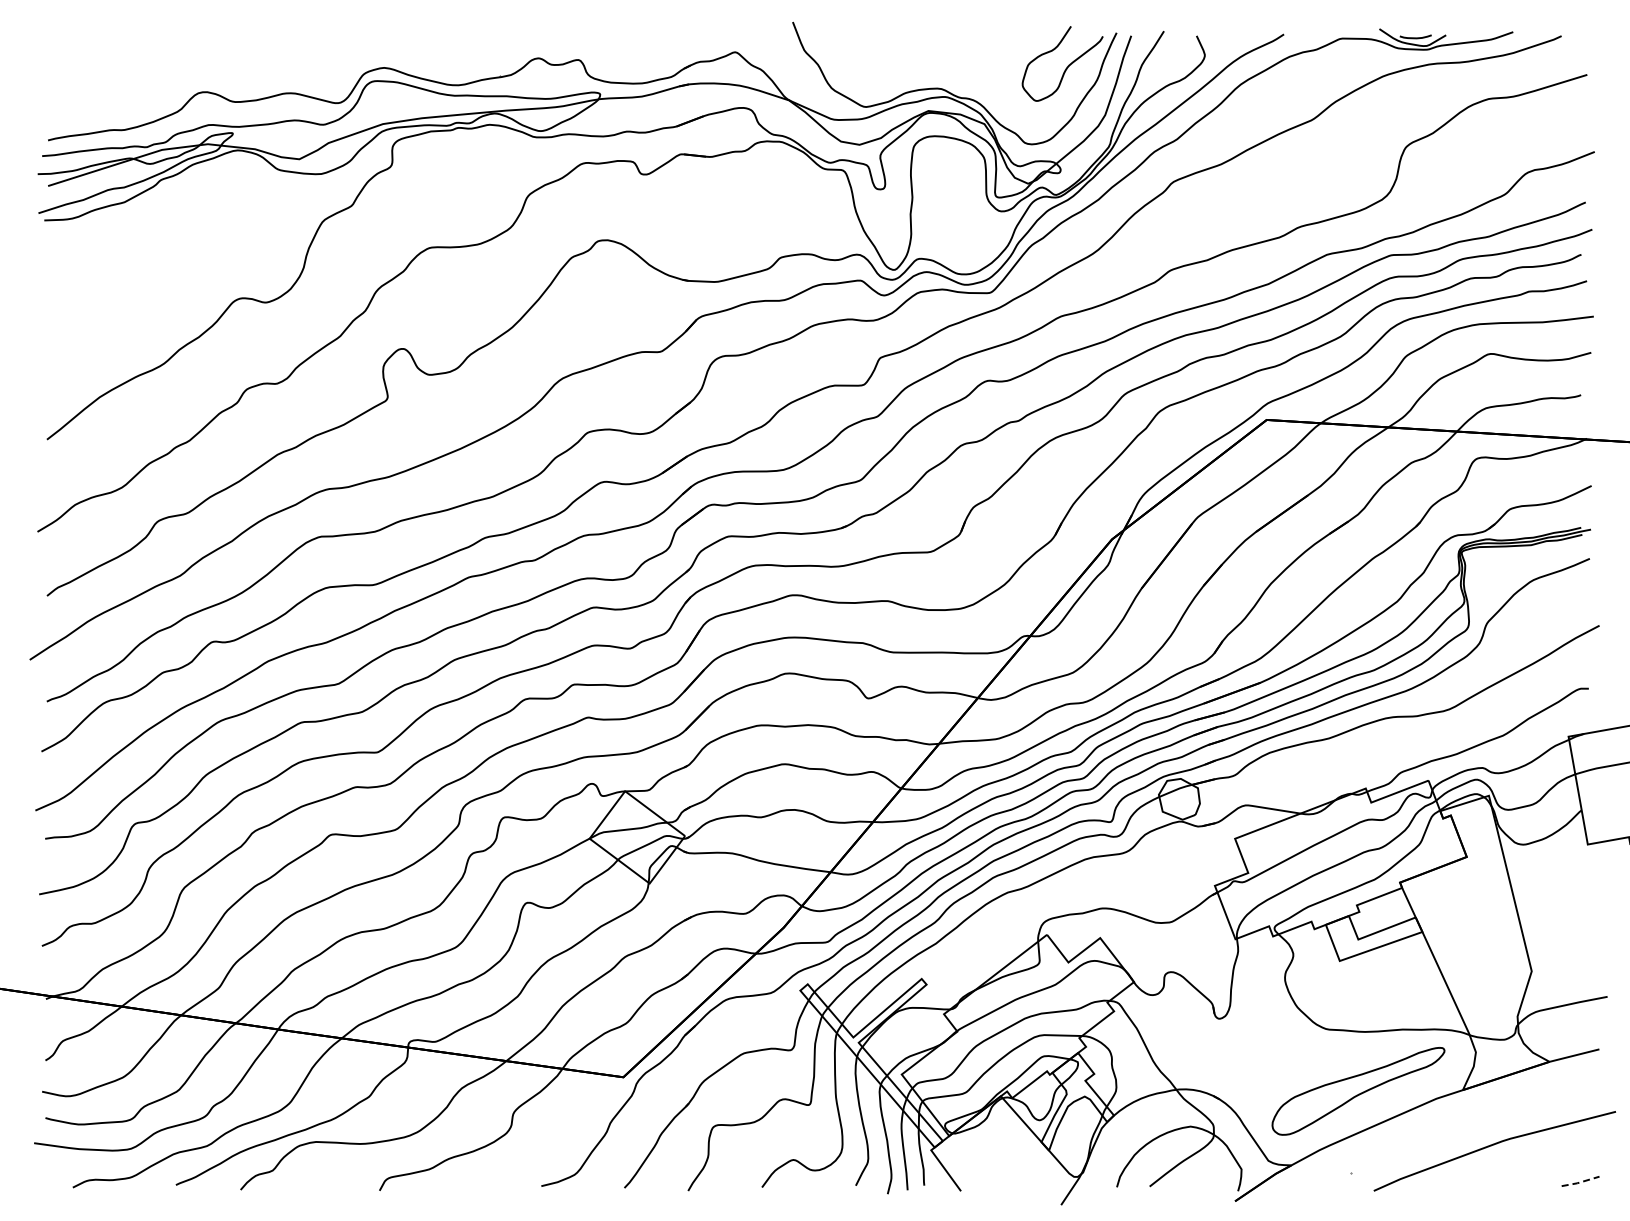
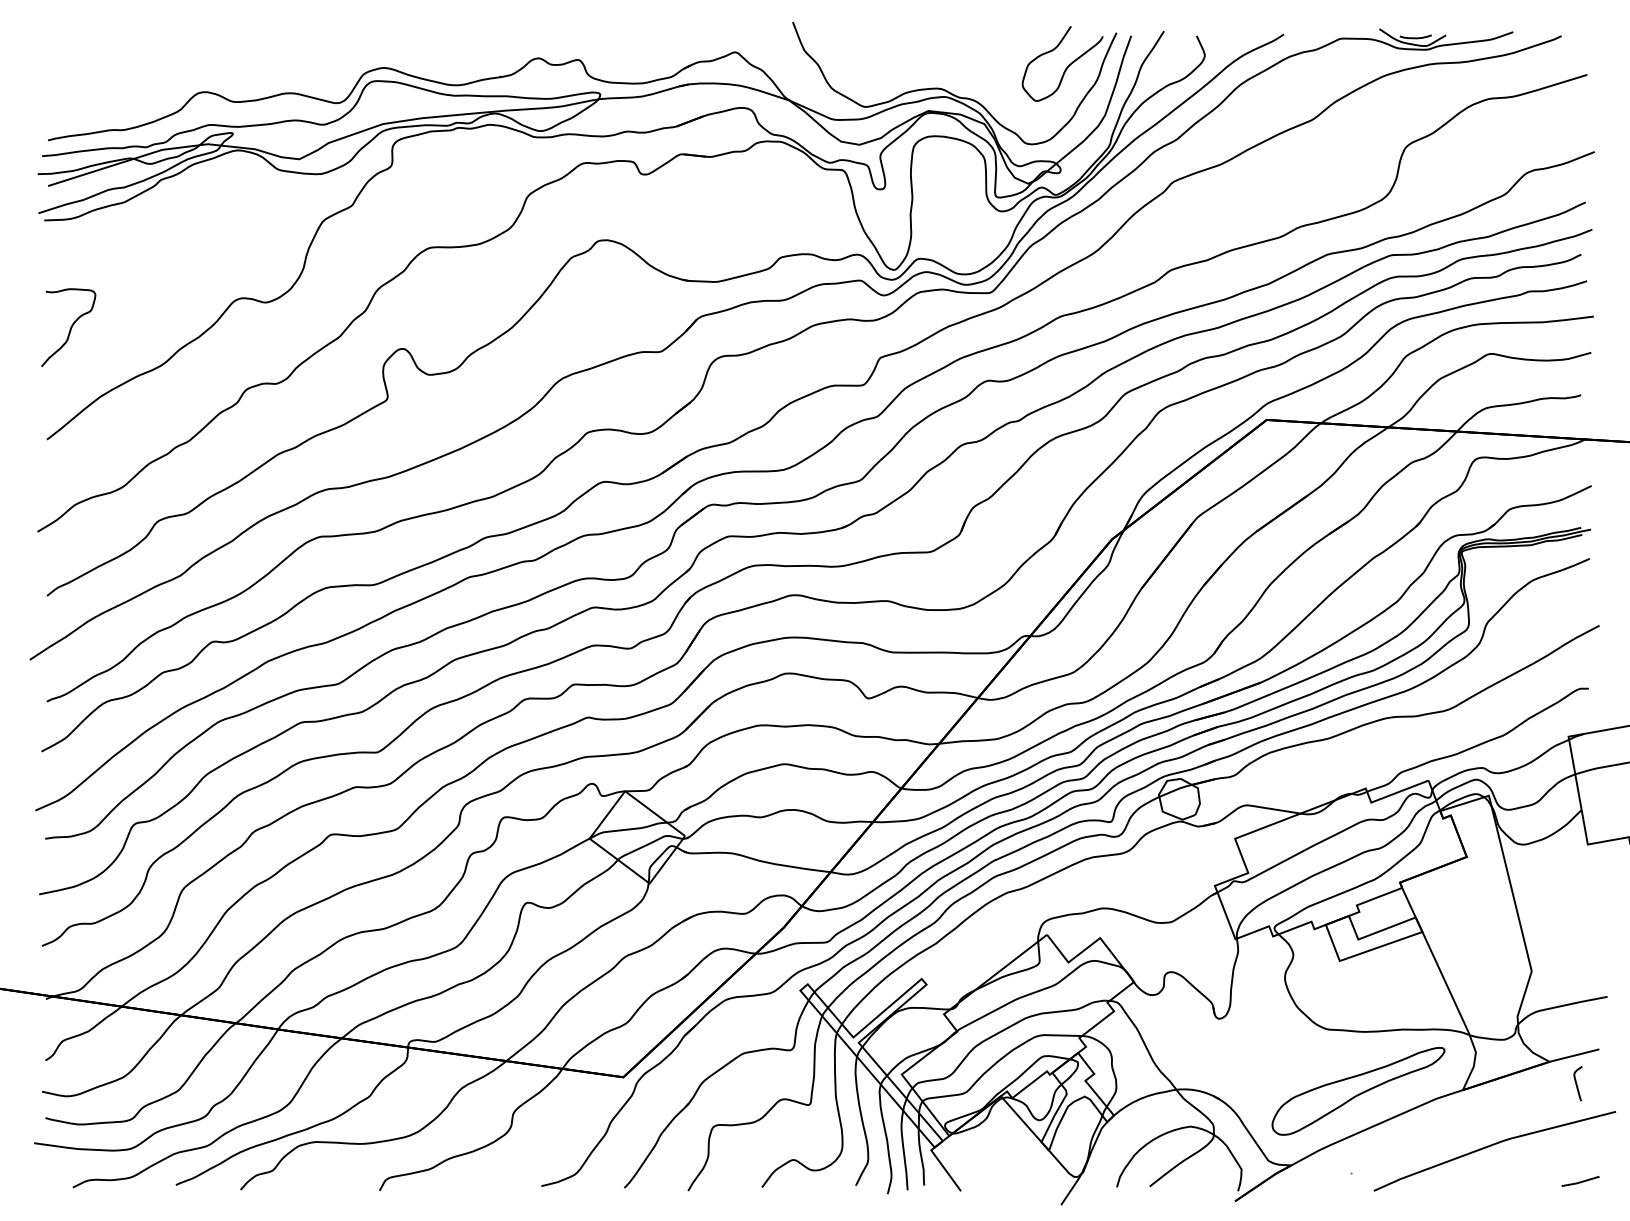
curve at (70, 327): none -> present
curve at (1577, 1083): none -> present
line at (1580, 1182): dashed -> solid
